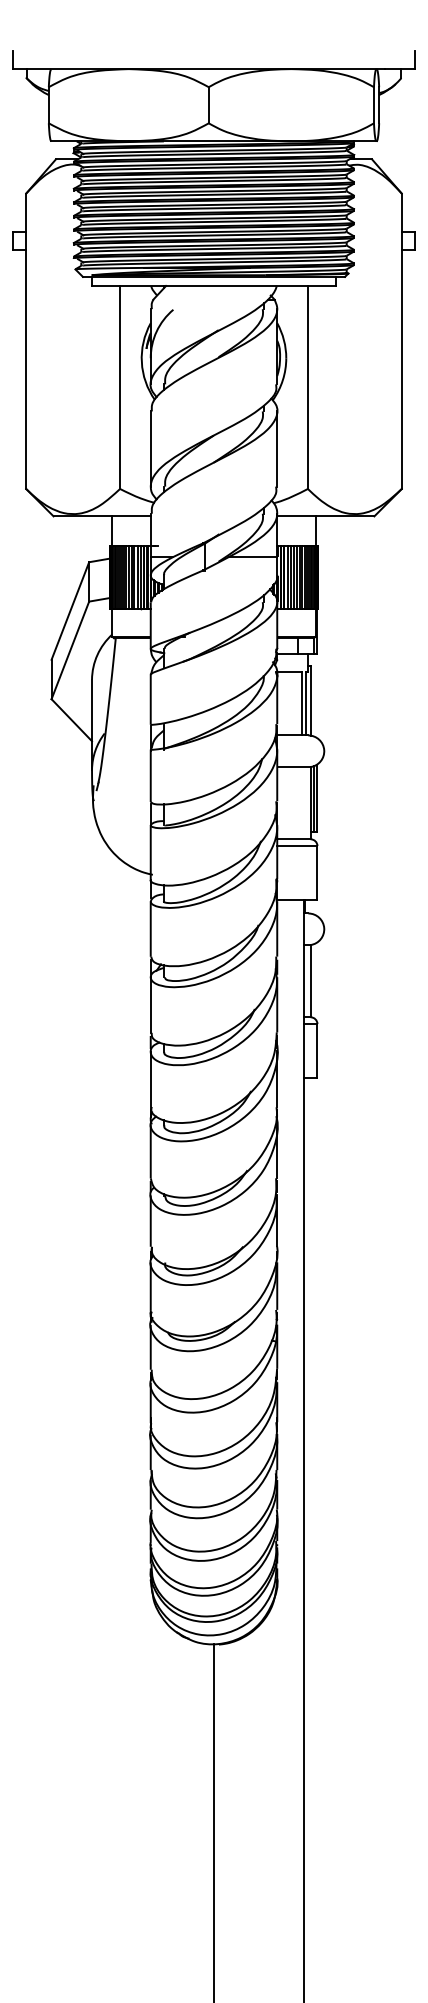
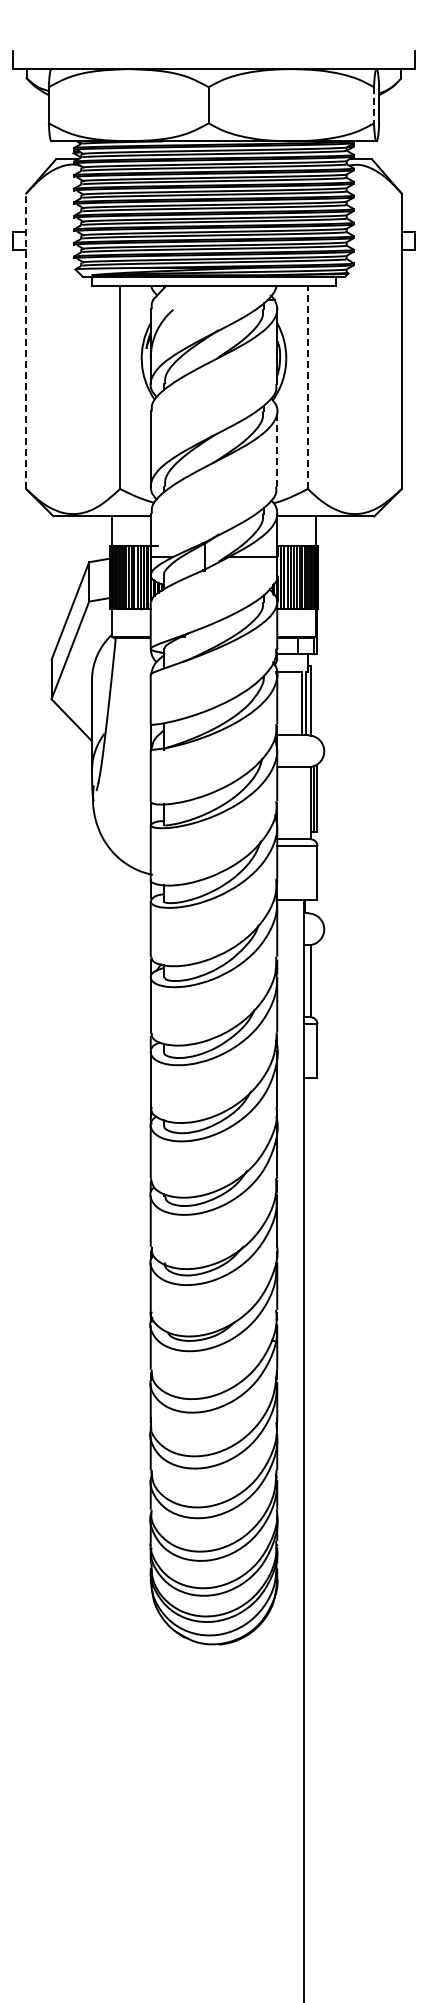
line at (373, 105): solid -> dashed
line at (26, 341): solid -> dashed
line at (307, 386): solid -> dashed
line at (277, 449): solid -> dashed
line at (213, 1821): present -> none
